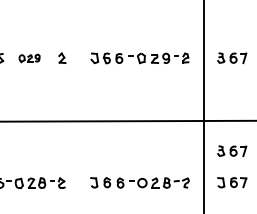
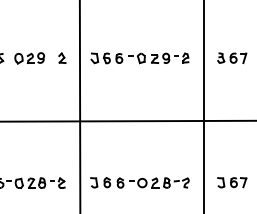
part at (29, 58) size: 23x11 px -> 31x13 px
line at (79, 106): none -> present
part at (232, 150): present -> none
